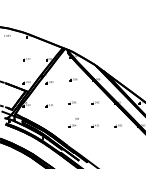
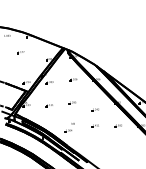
part at (26, 59) position: (26, 59) -> (20, 52)
part at (94, 102) position: (94, 102) -> (94, 109)
part at (73, 122) position: (73, 122) -> (69, 127)
